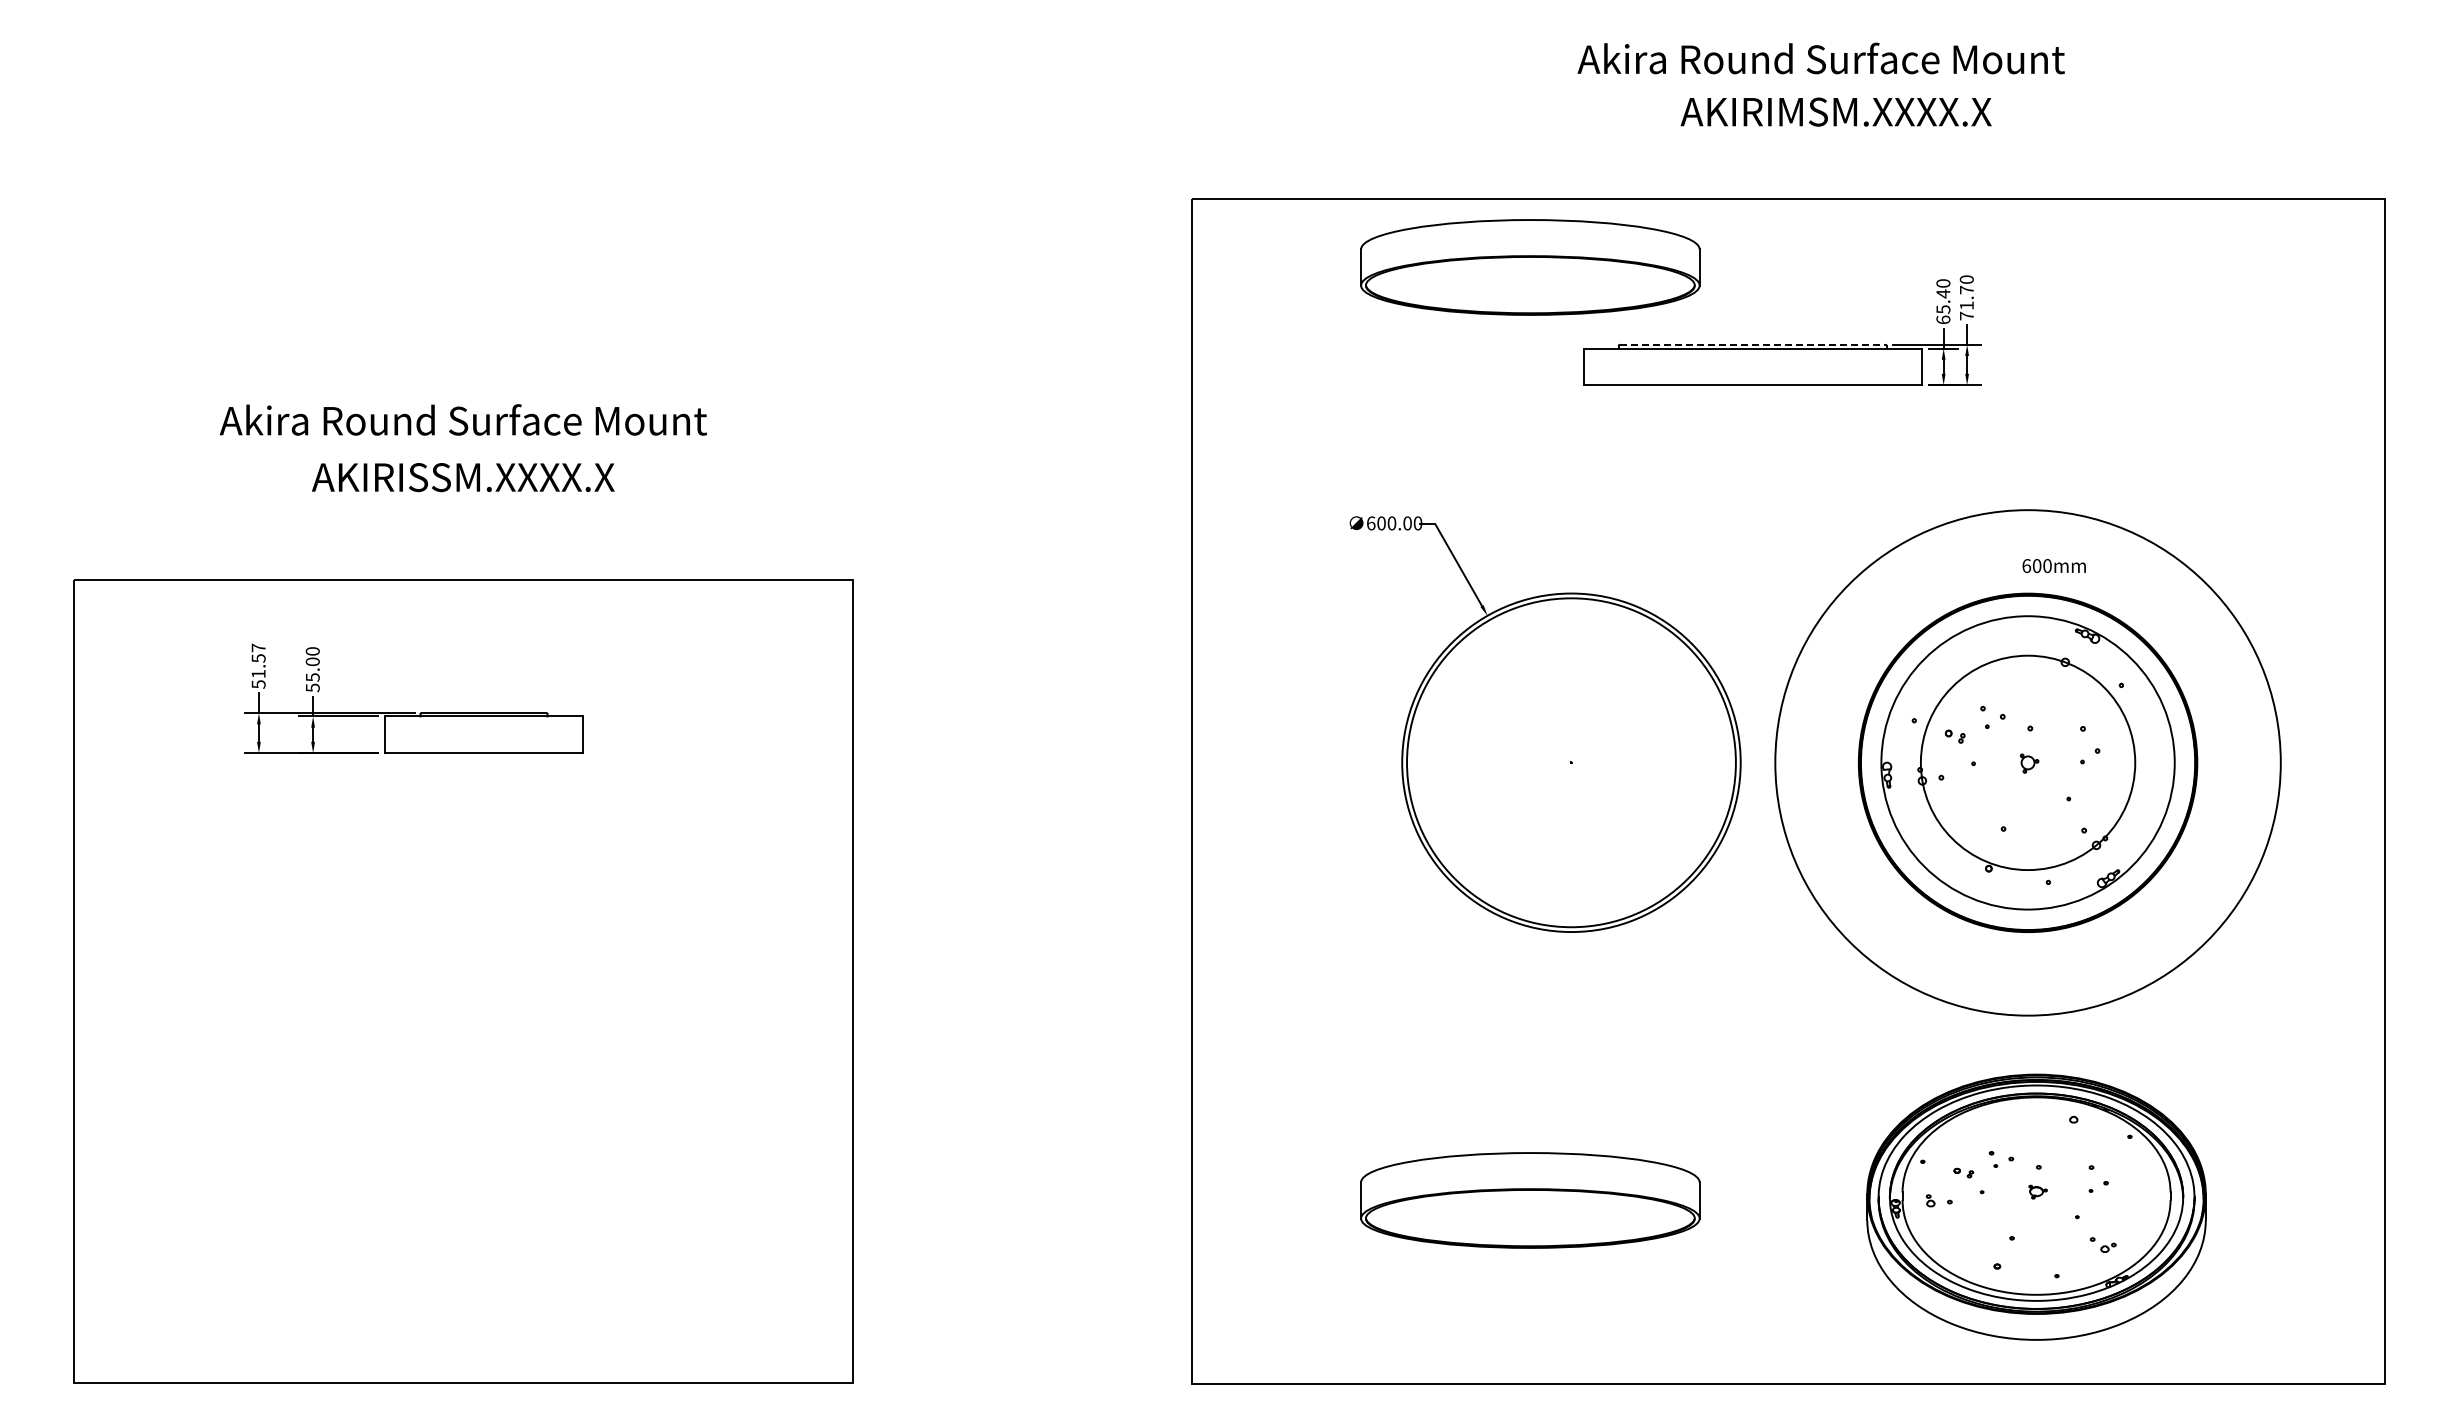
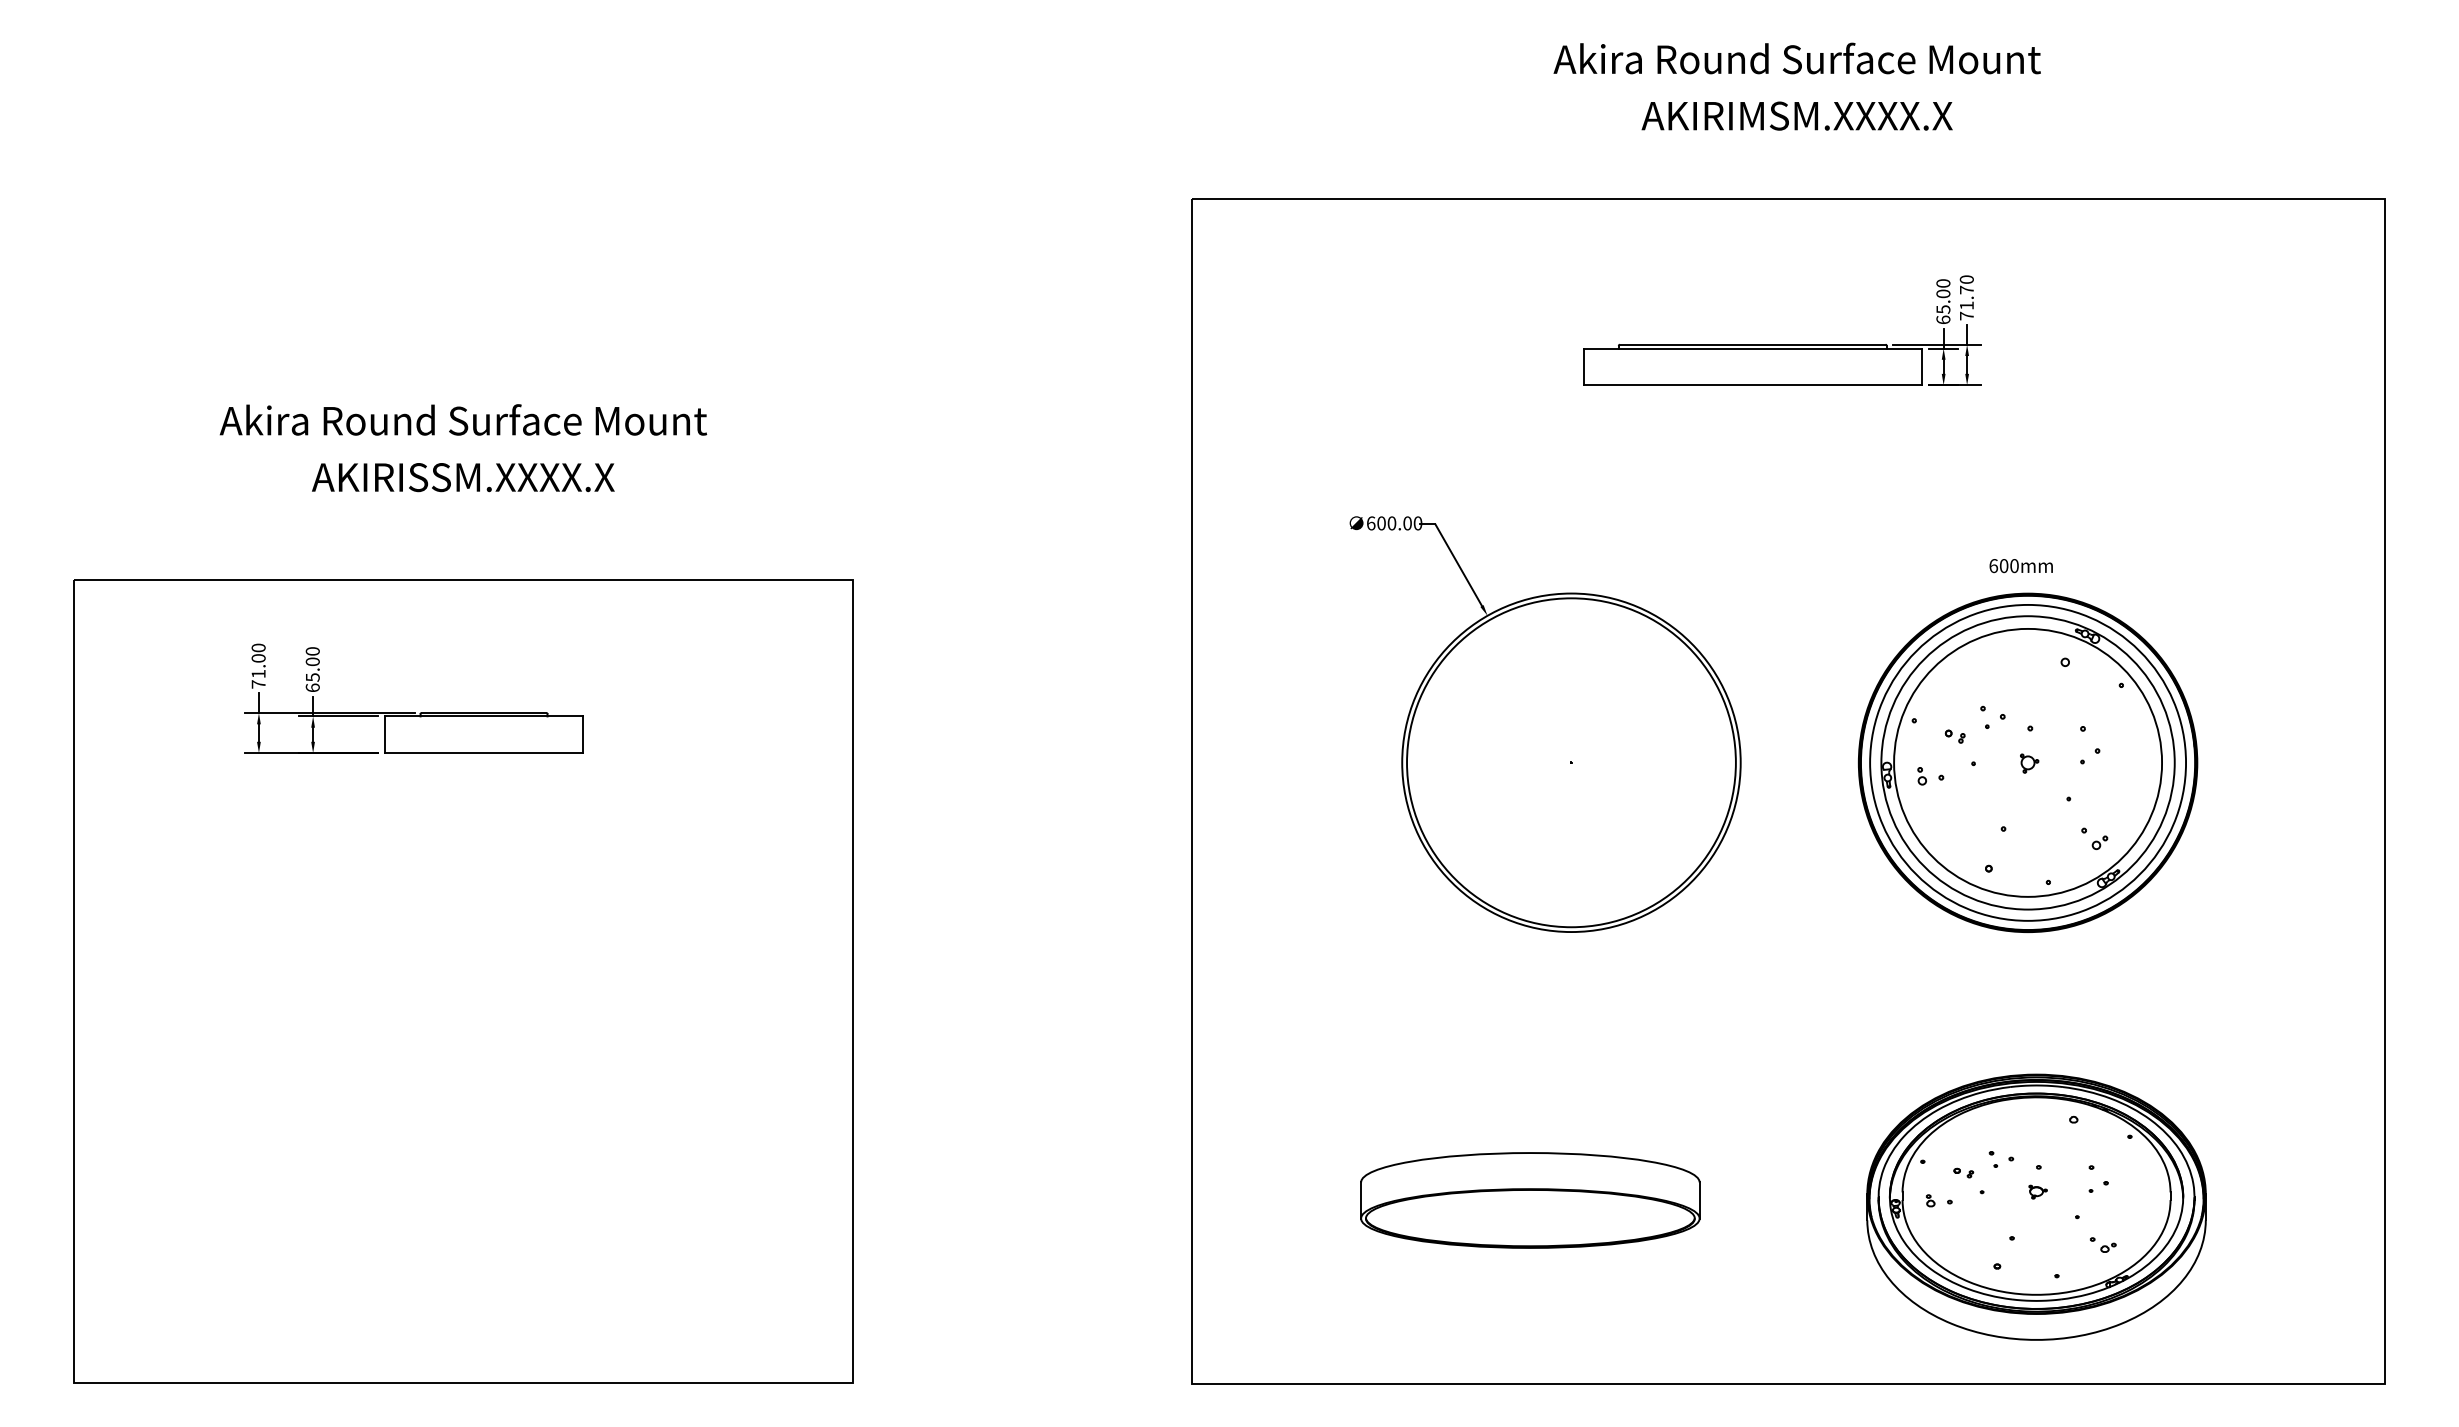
text at (1820, 58) position: (1820, 58) -> (1796, 58)
text at (1835, 111) position: (1835, 111) -> (1796, 115)
part at (1530, 267): present -> none
text at (1943, 293): 65.40 -> 65.00
line at (1752, 344): dashed -> solid
text at (2053, 566) position: (2053, 566) -> (2020, 566)
text at (258, 665): 51.57 -> 71.00
text at (312, 687): 55.00 -> 65.00
circle at (2027, 762) diameter: 214 px -> 268 px
circle at (2027, 762) diameter: 505 px -> 316 px
